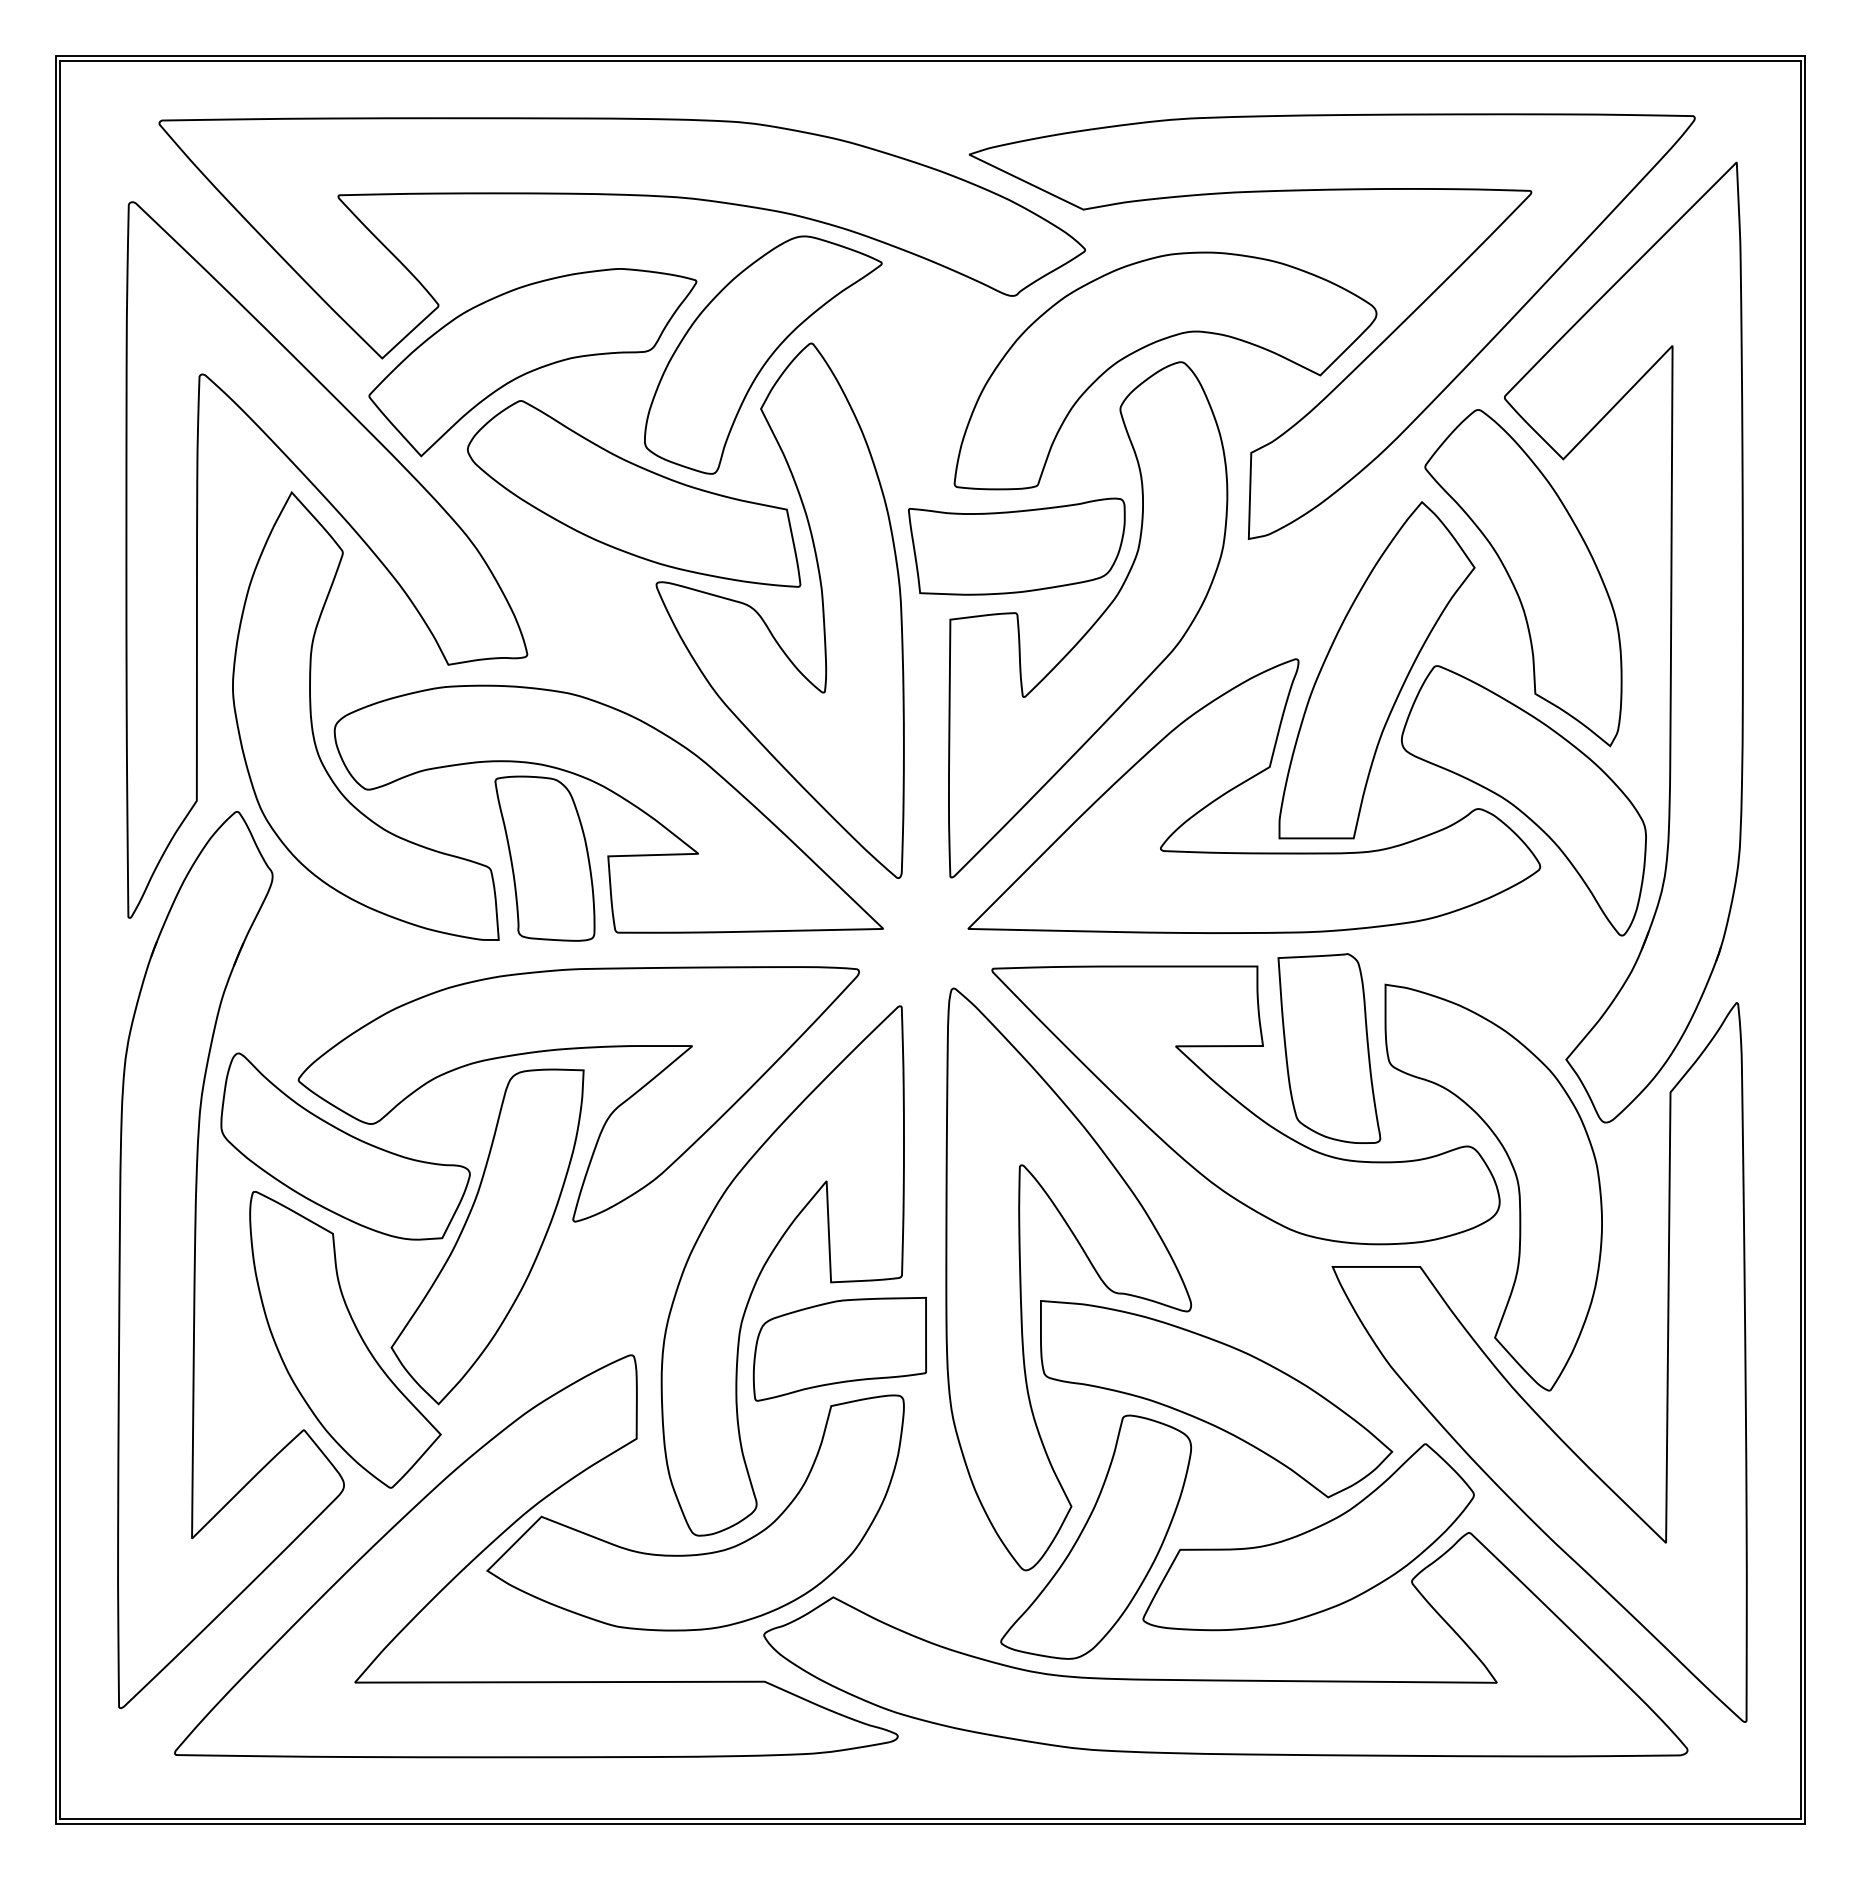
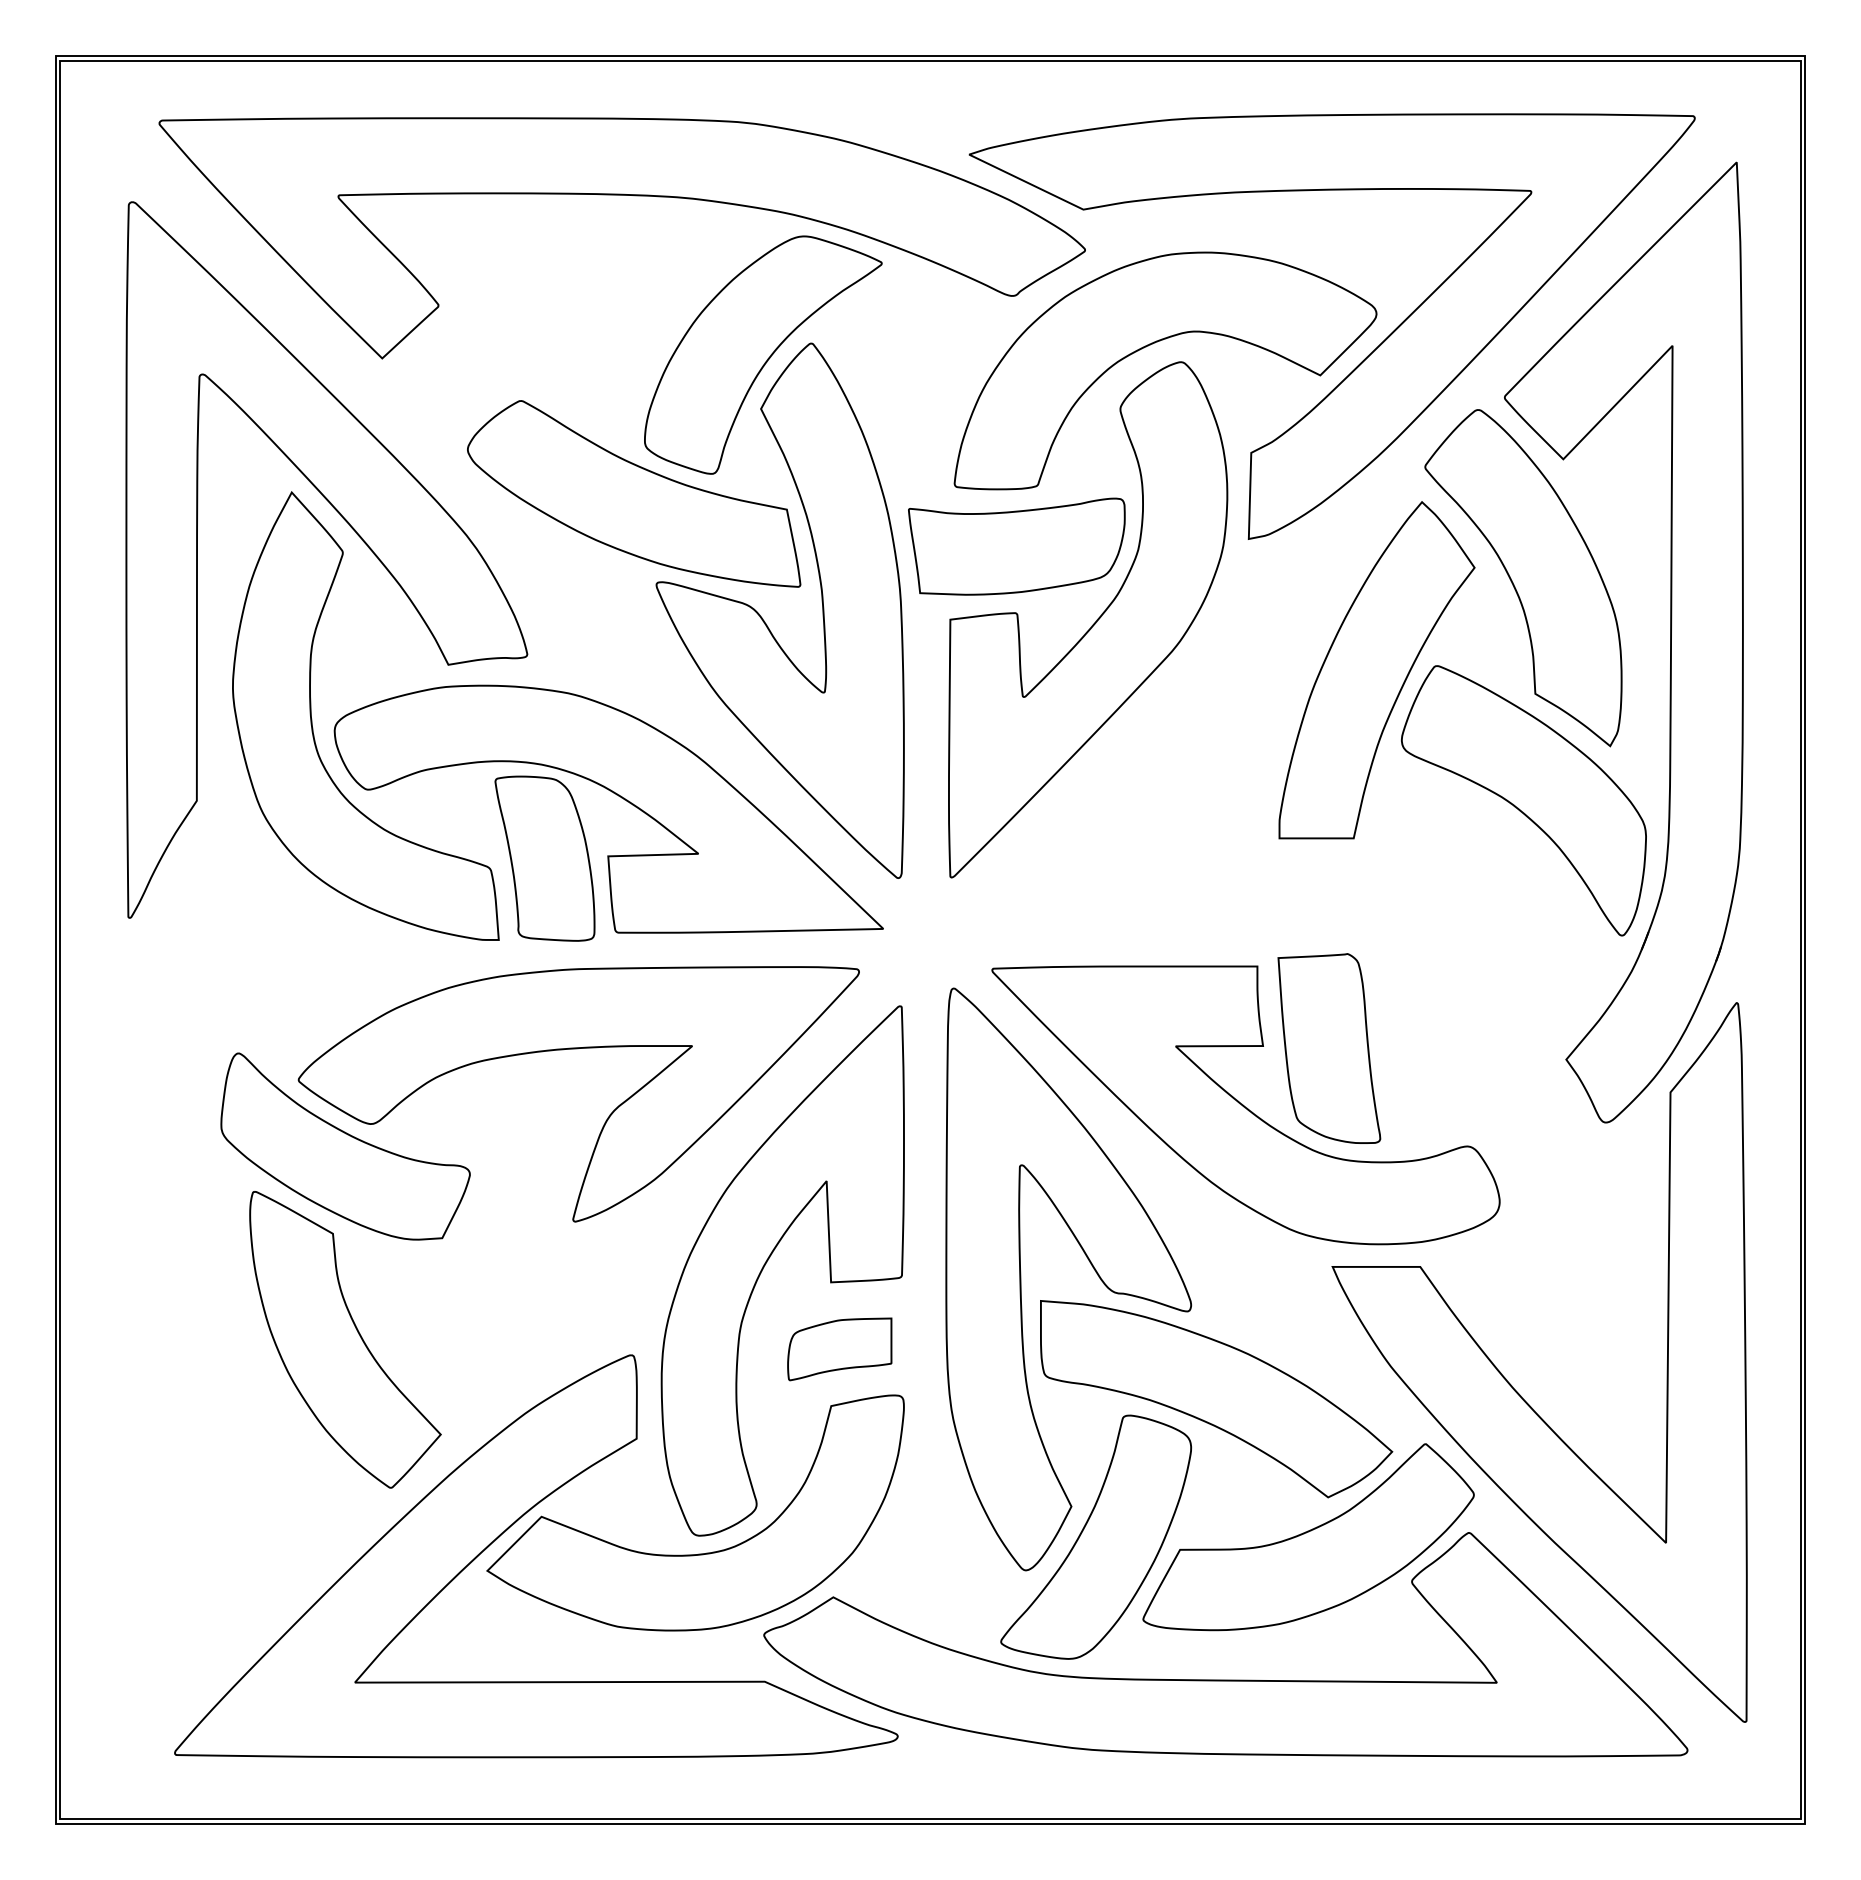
part at (532, 362): present -> none
part at (1244, 783): present -> none
part at (1516, 1181): present -> none
part at (487, 1236): present -> none
part at (195, 1260): present -> none
part at (839, 1349) size: 175x105 px -> 106x65 px
